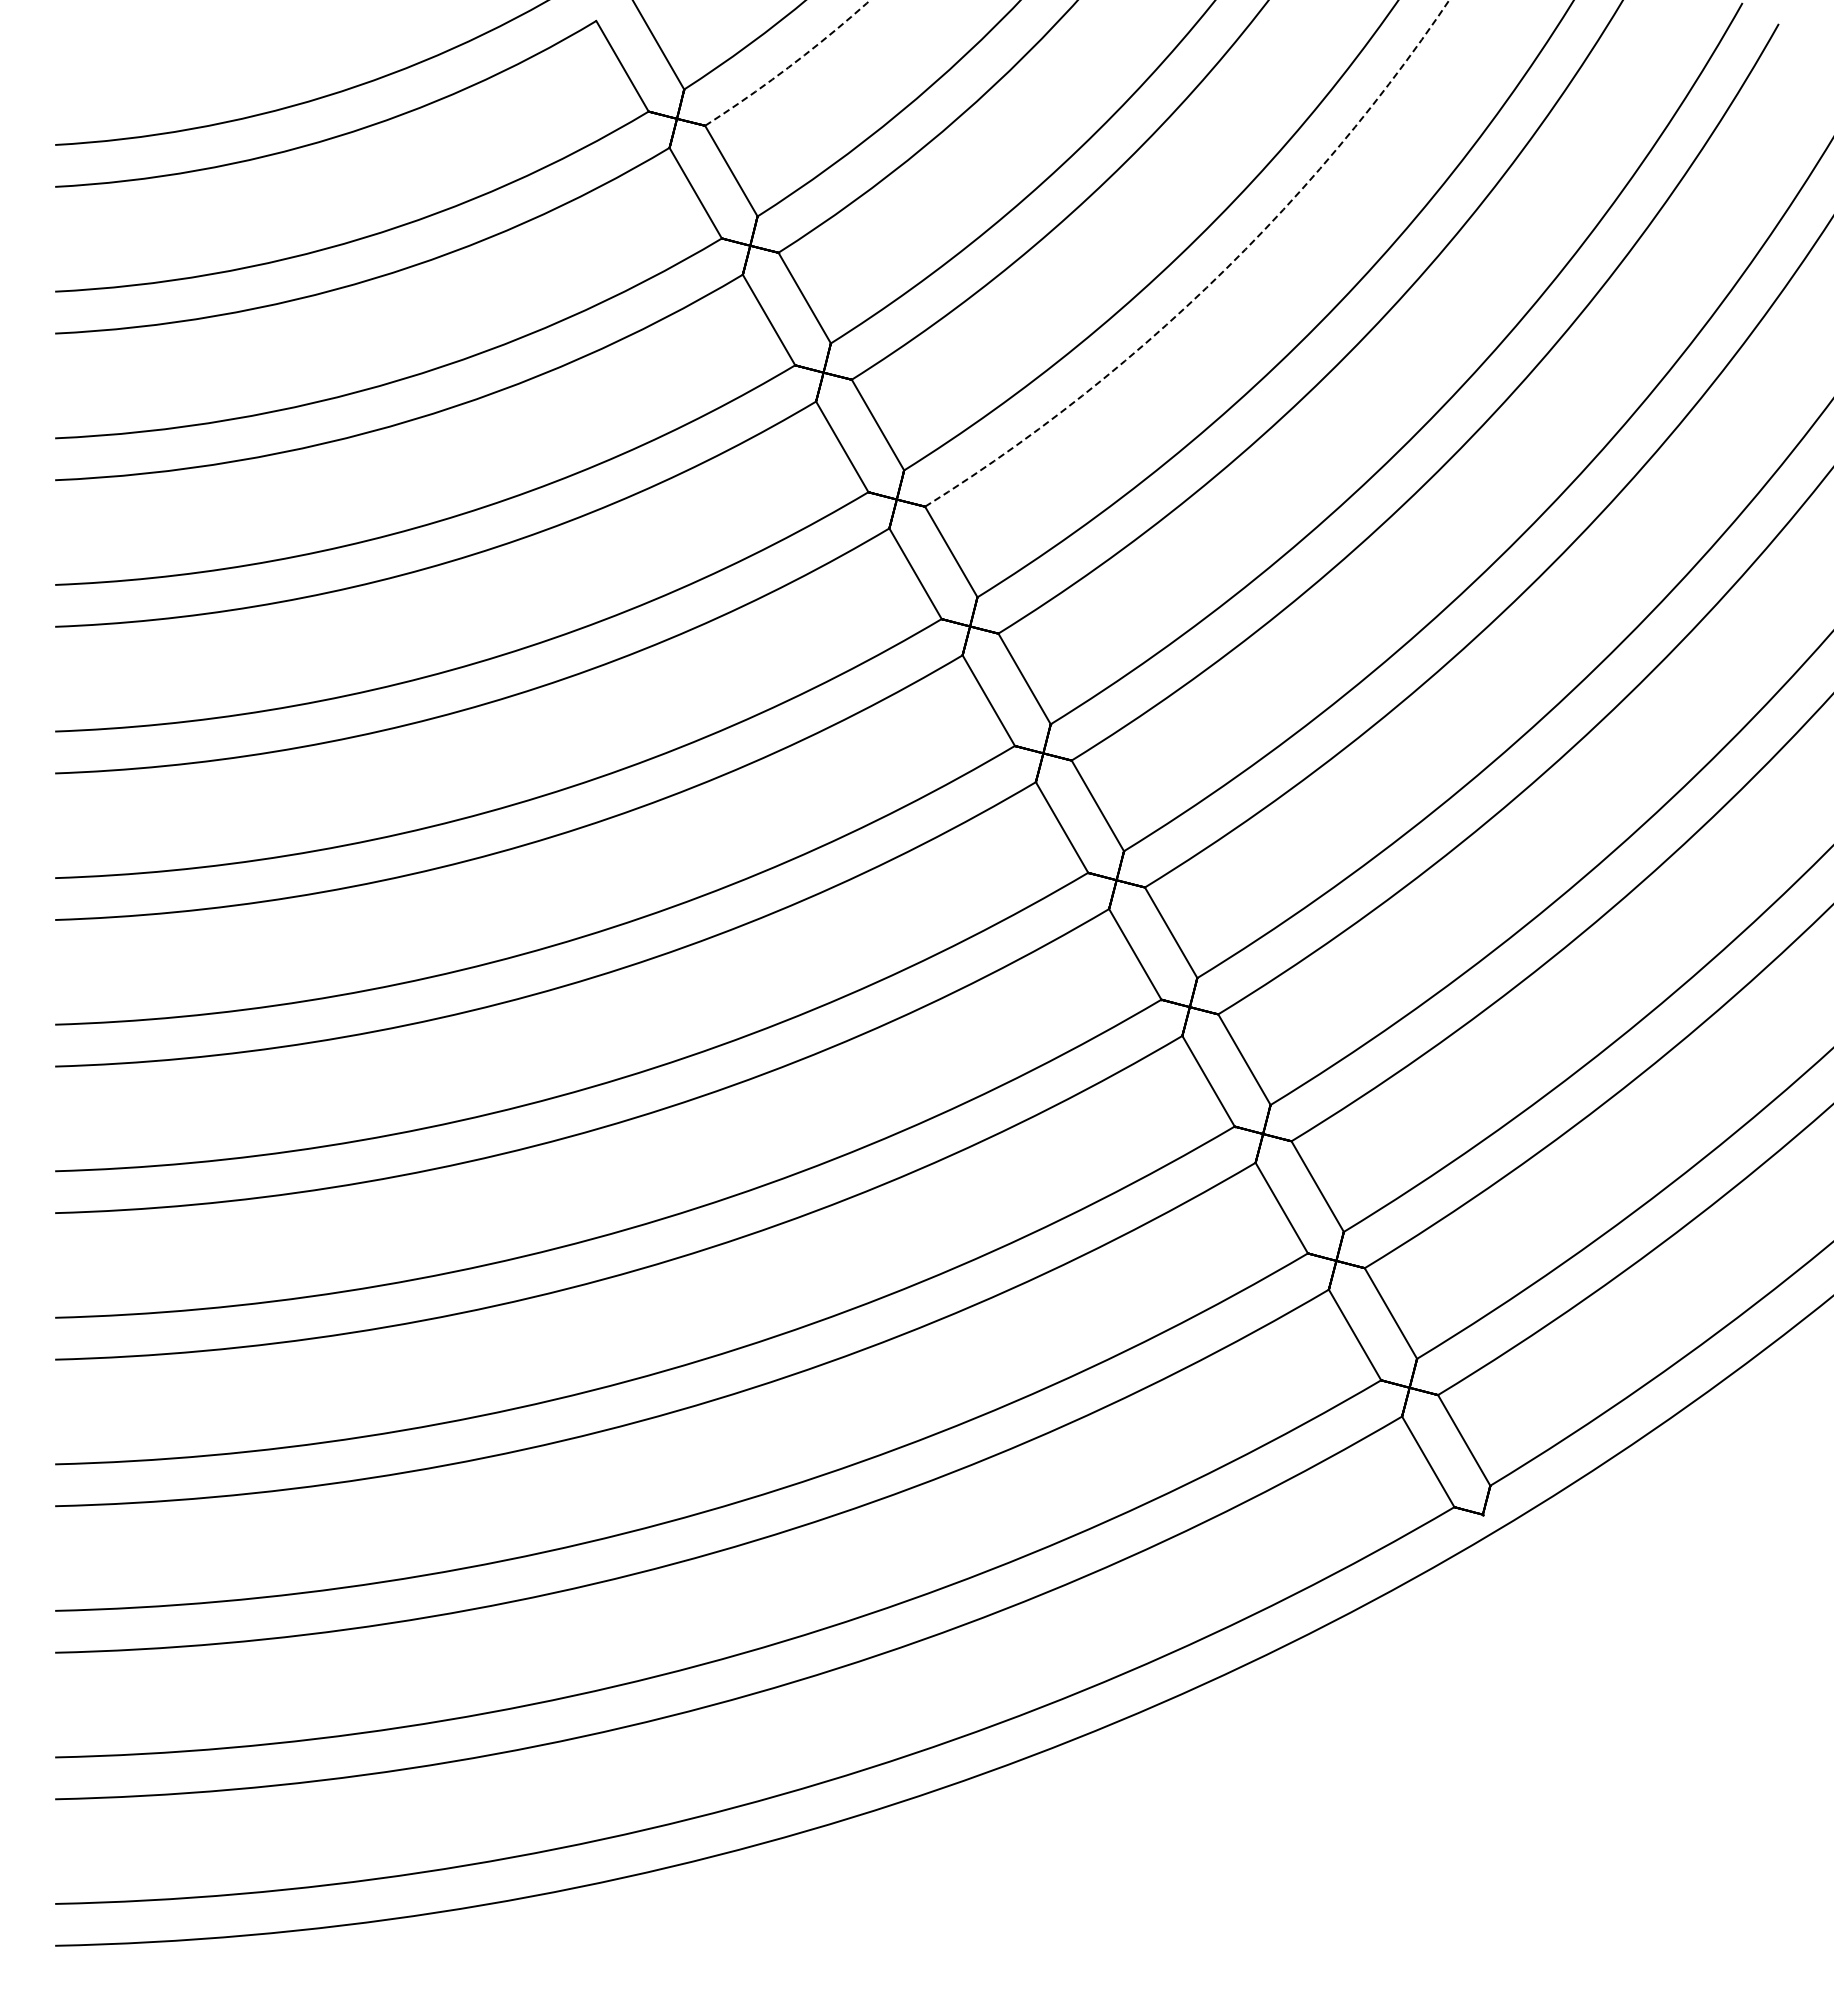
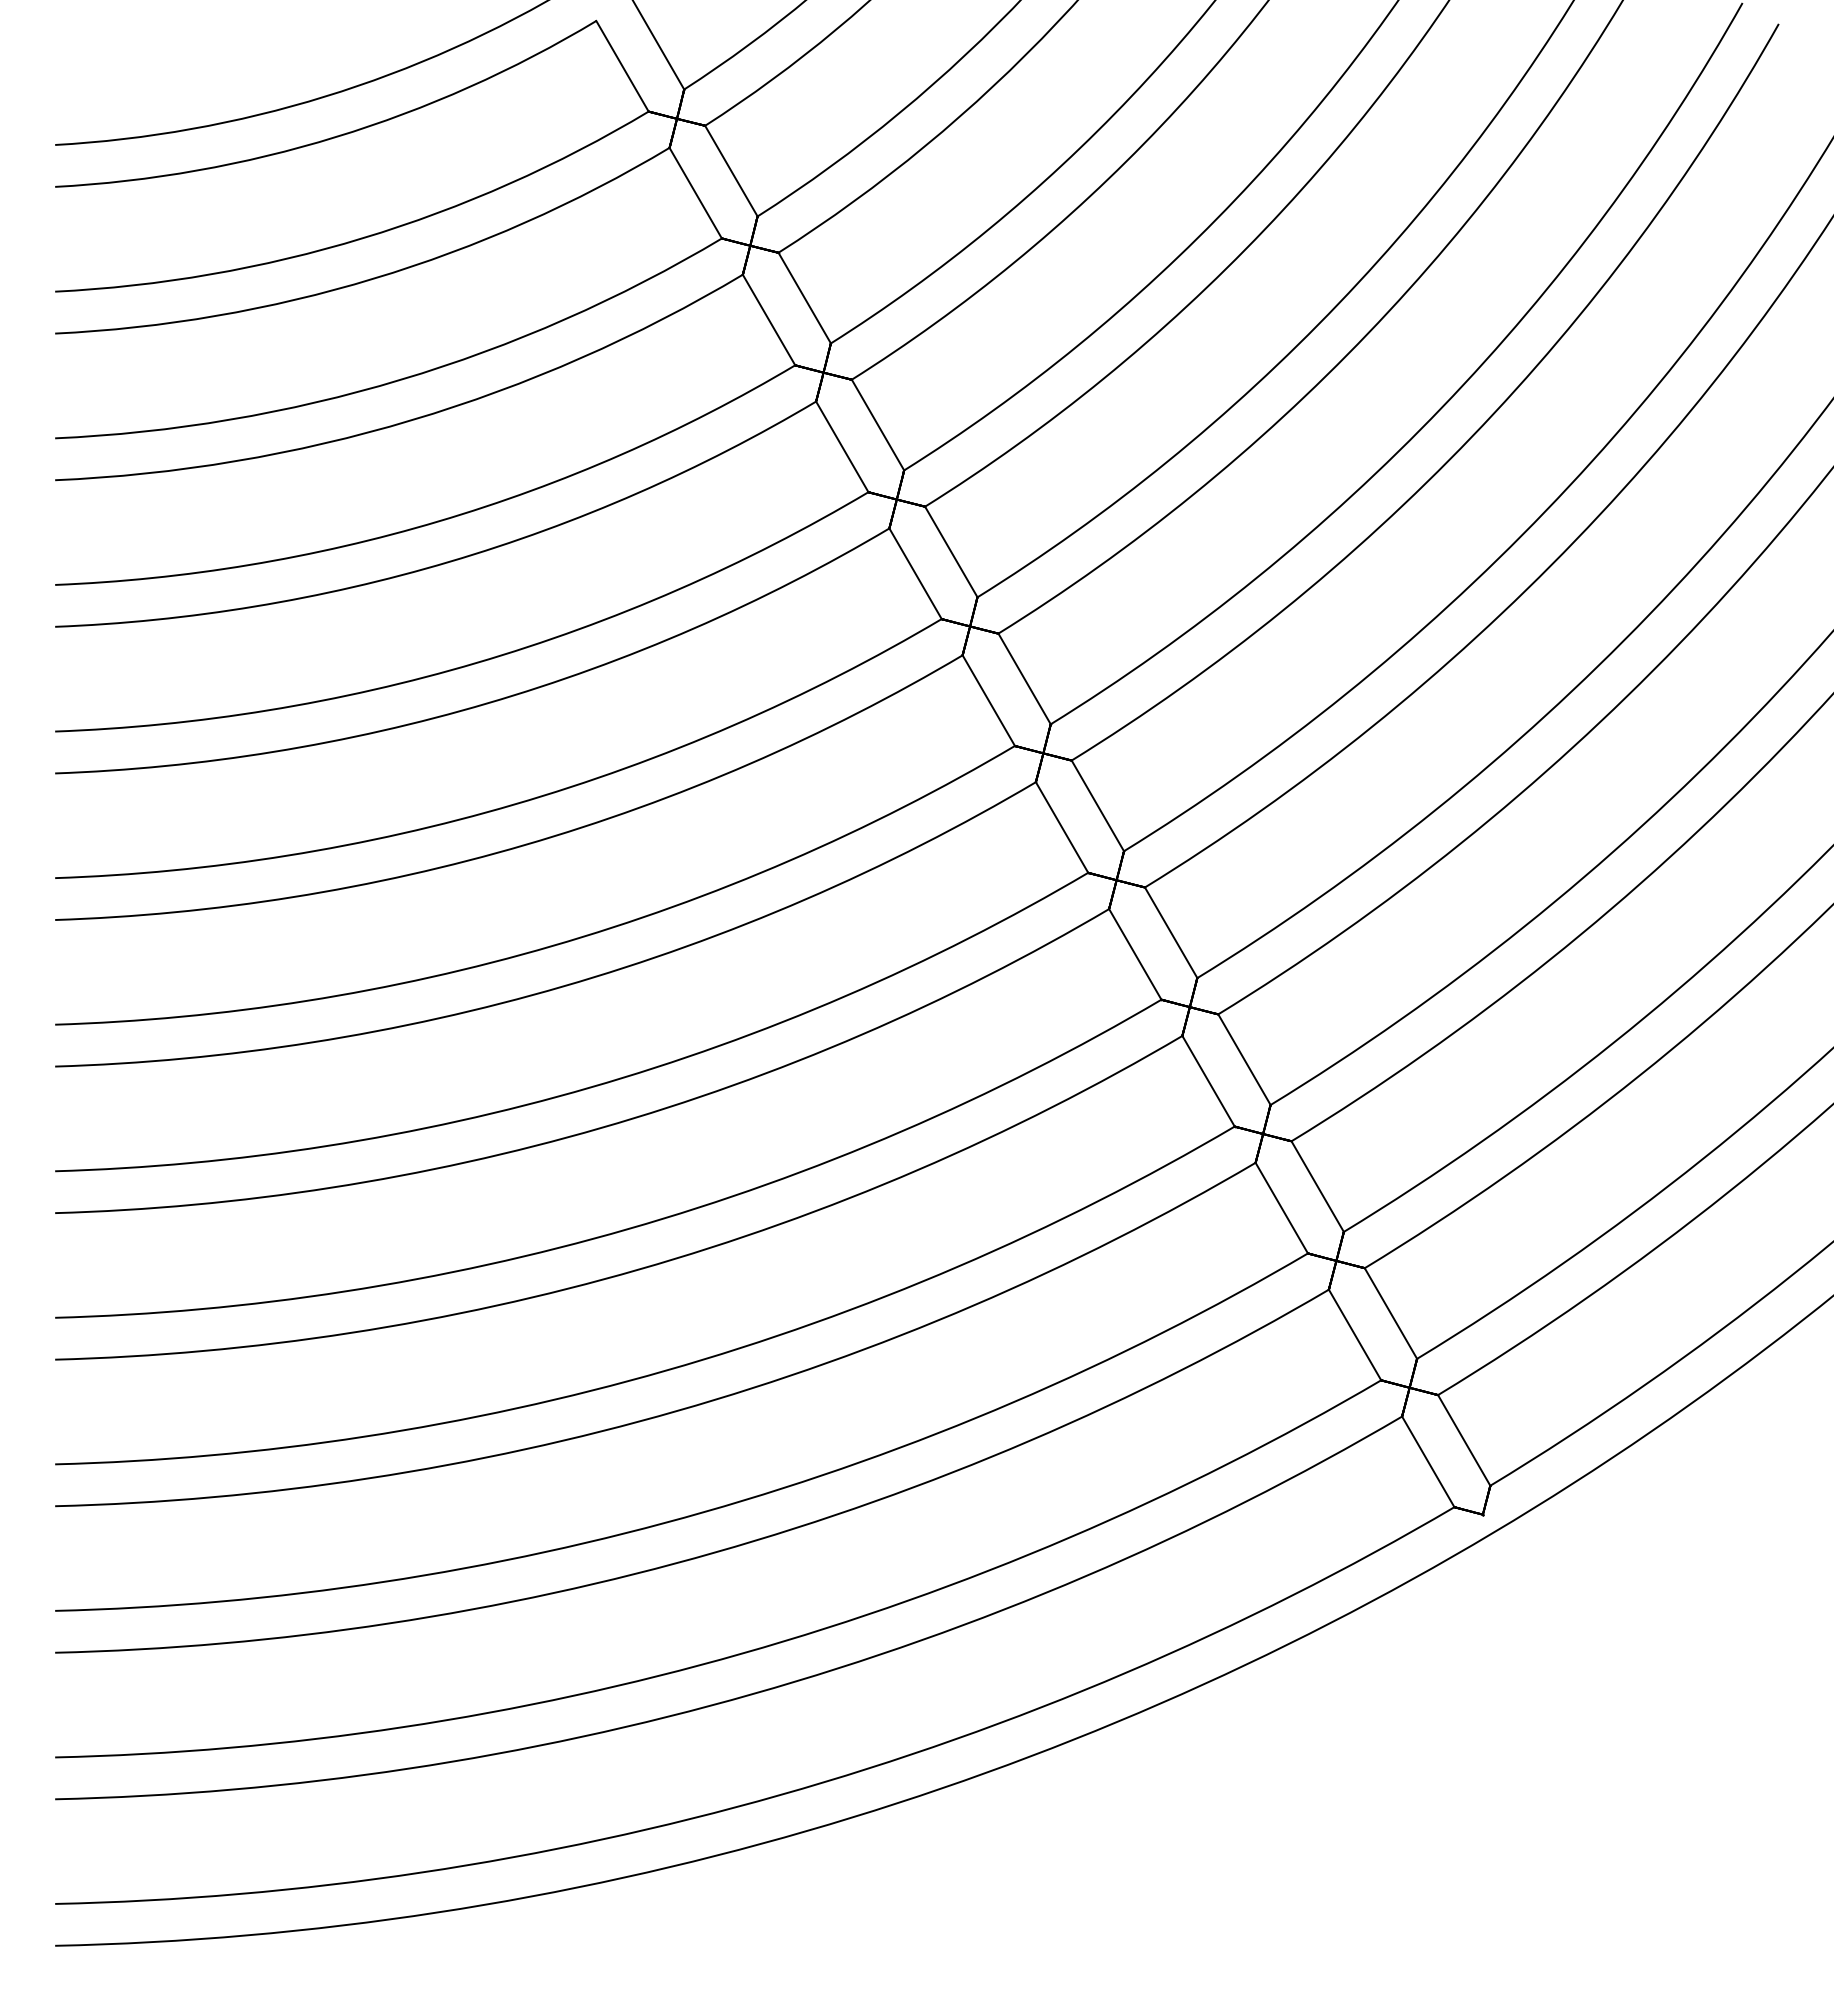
arc at (790, 65): dashed -> solid
arc at (1214, 280): dashed -> solid
